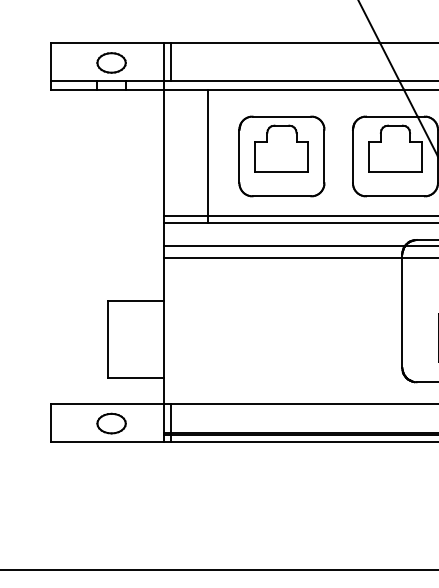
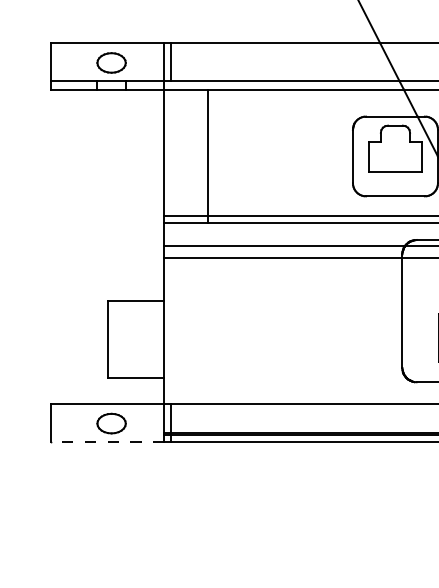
part at (281, 156): present -> none
line at (107, 442): solid -> dashed
line at (218, 570): present -> none
